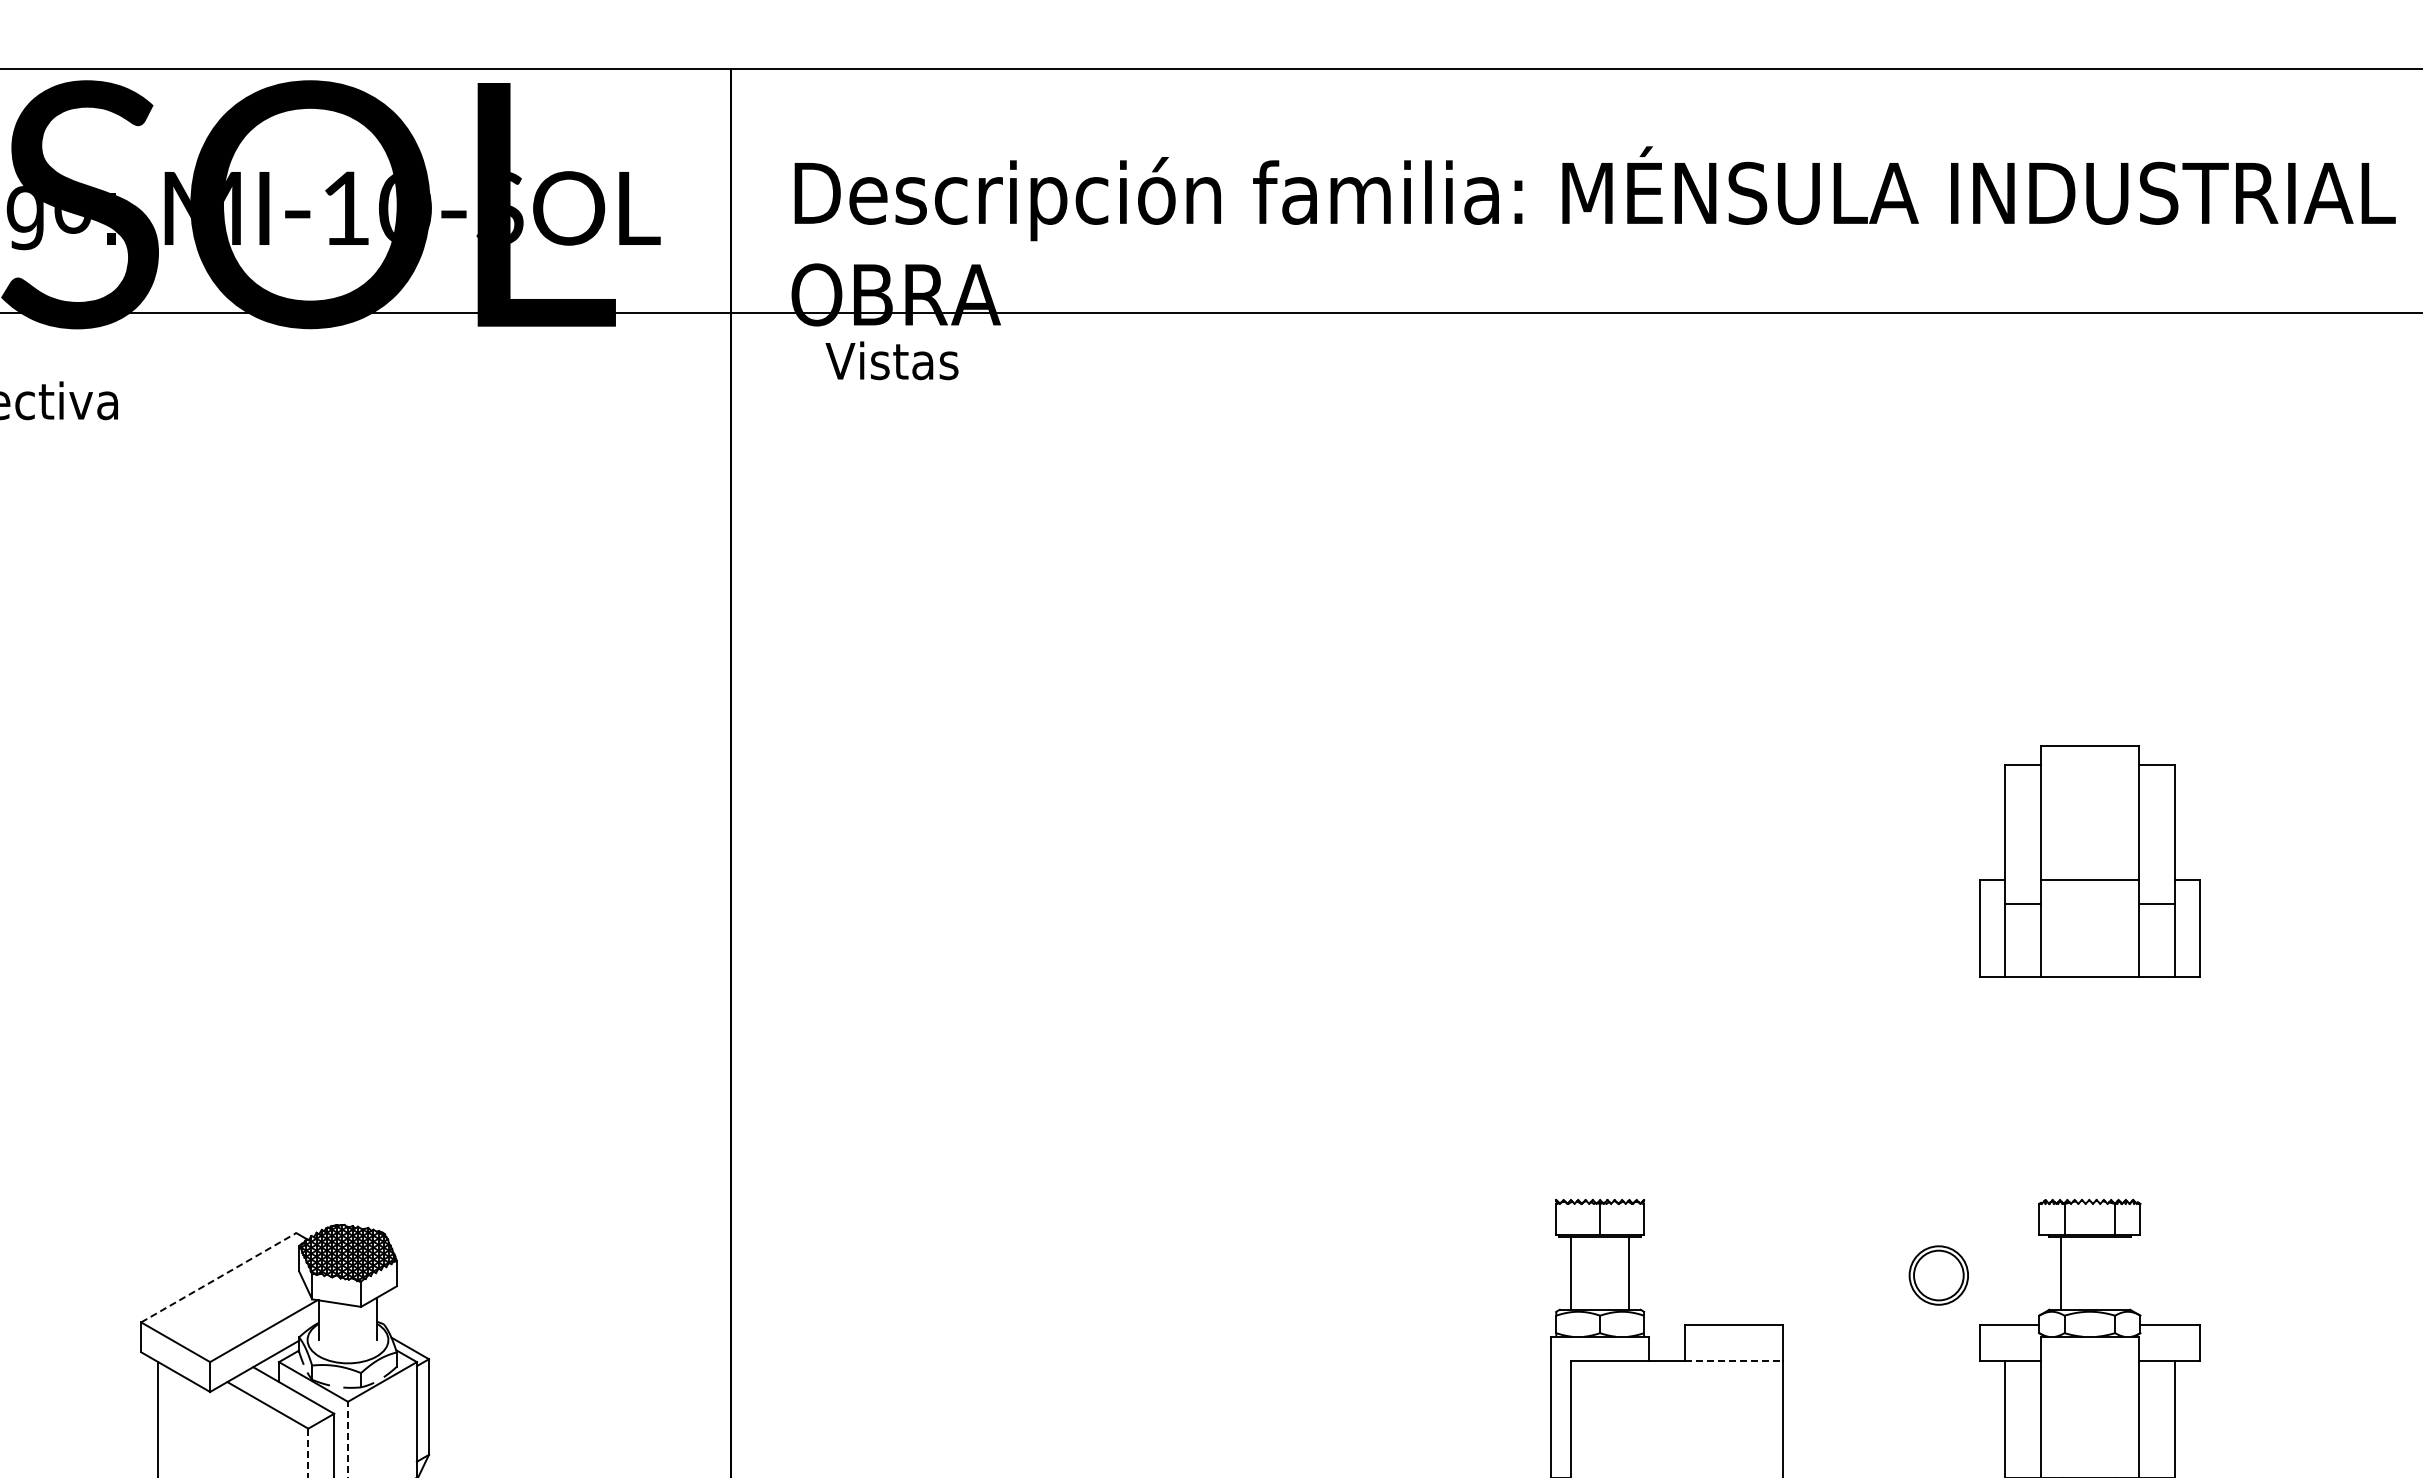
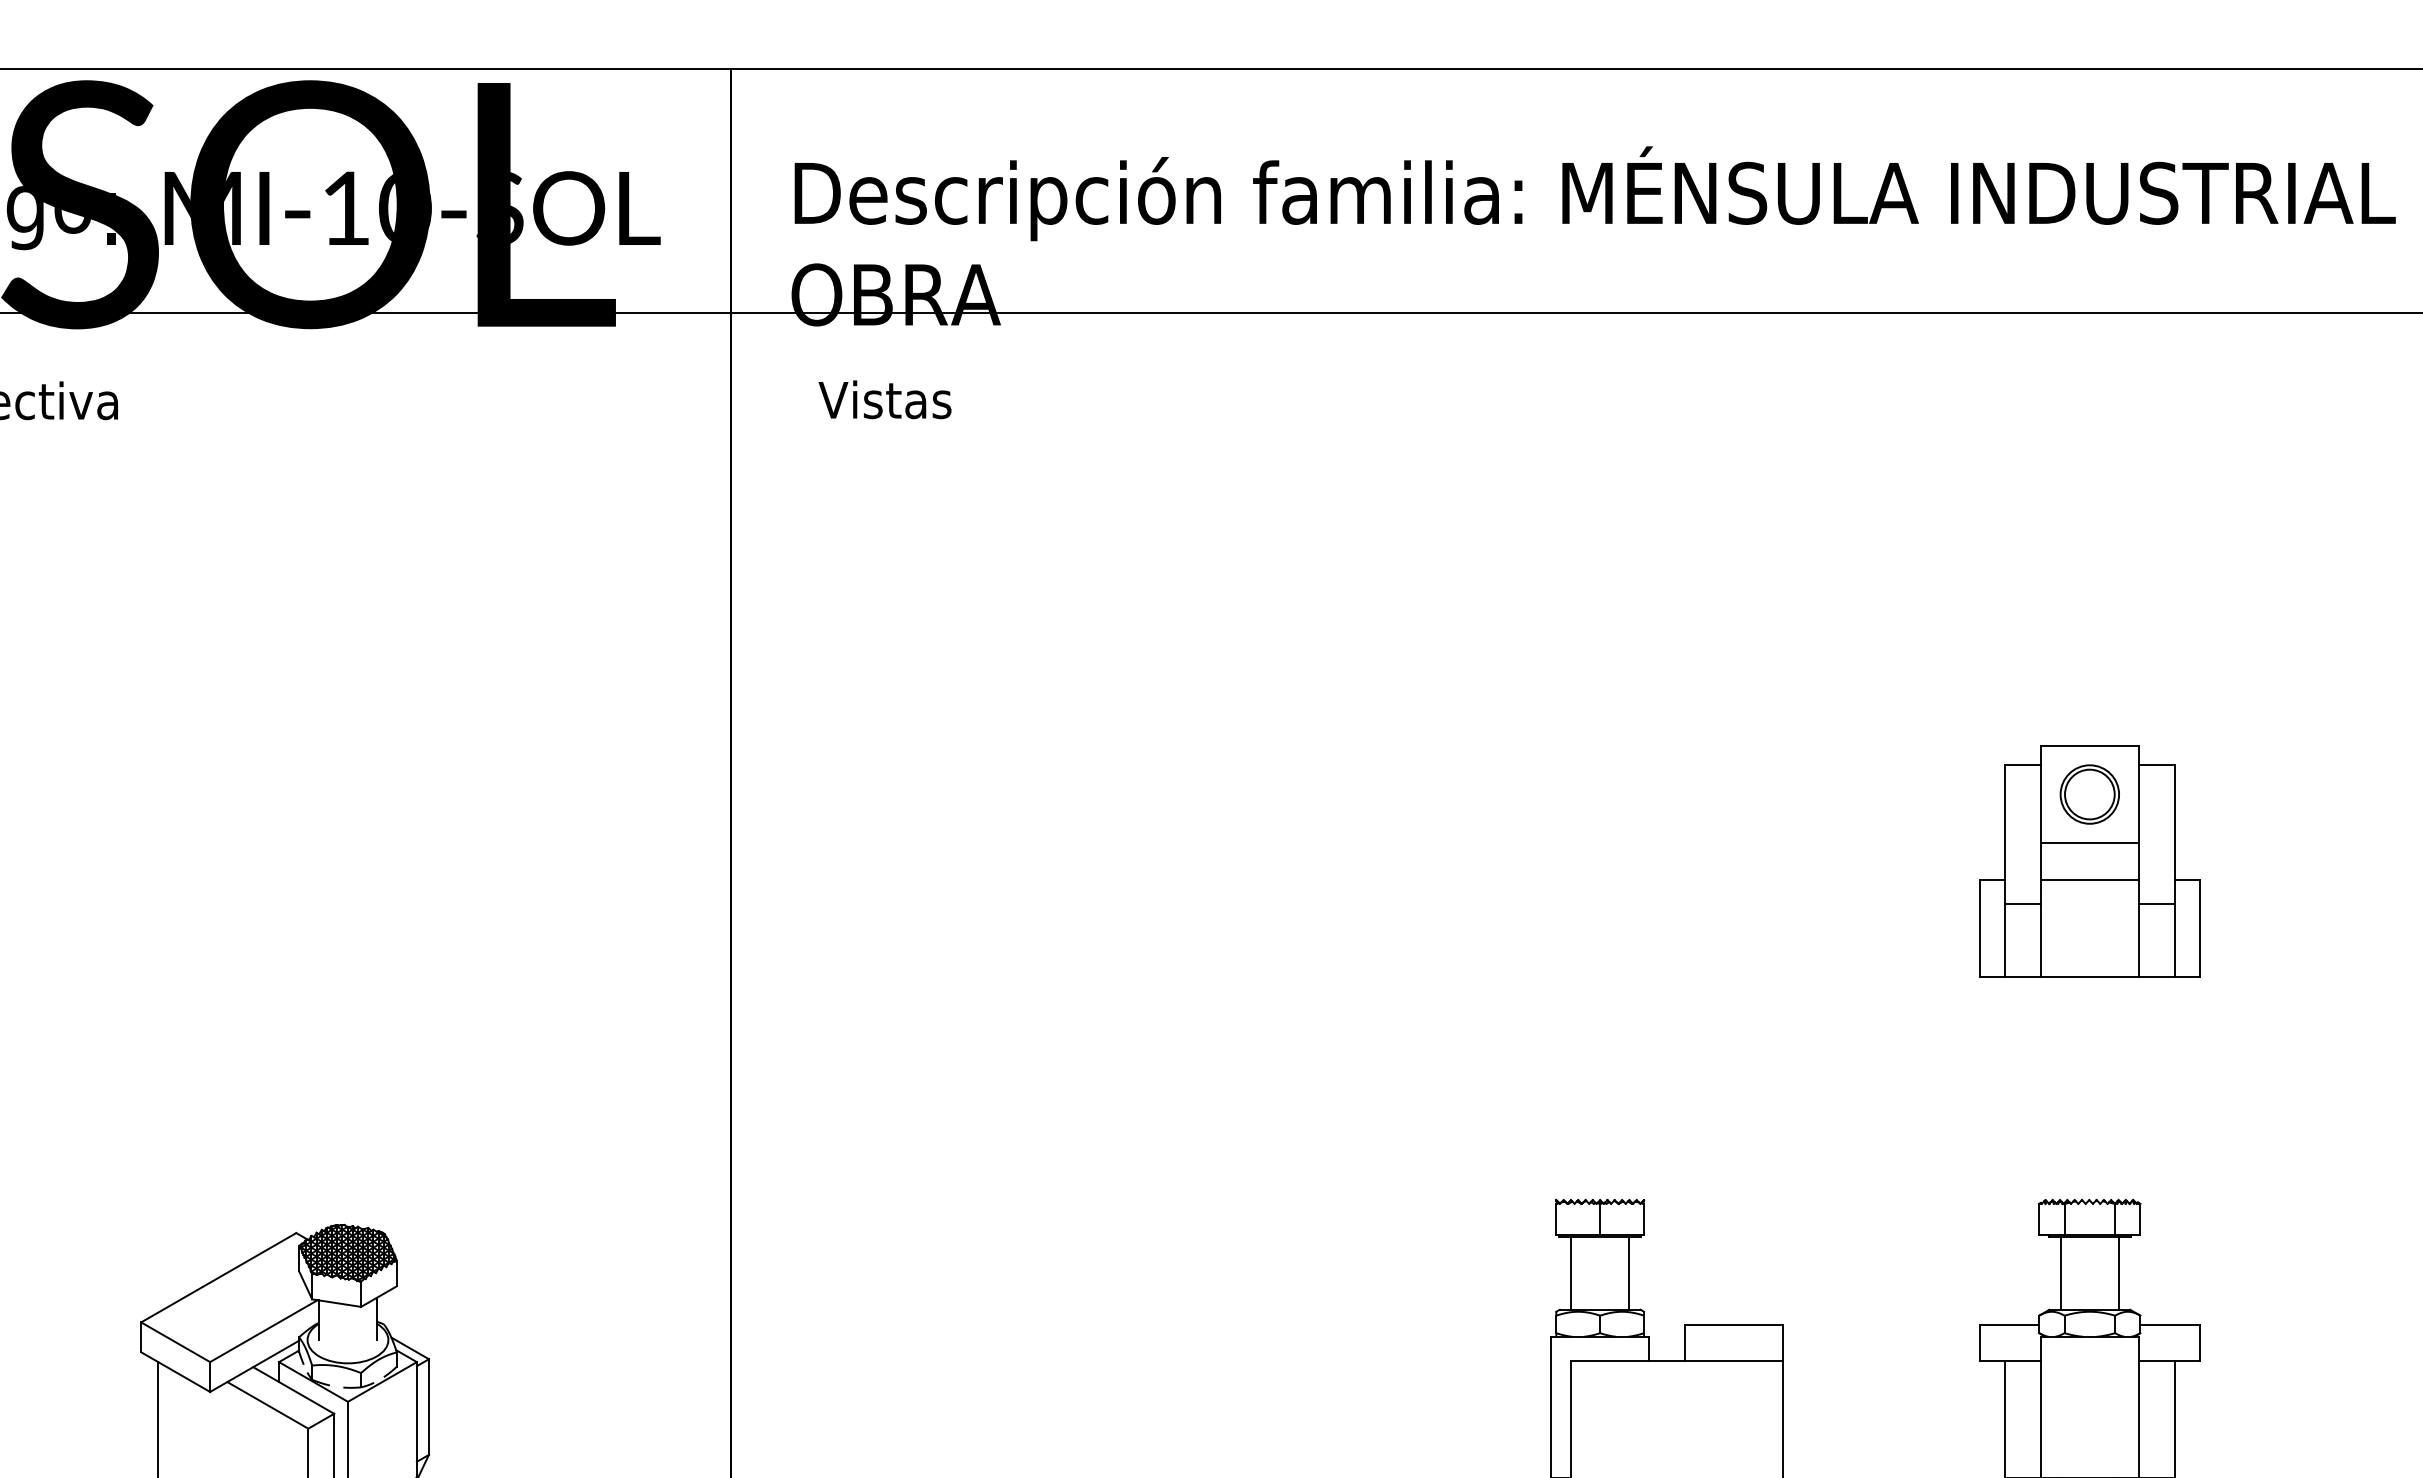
text at (891, 360) position: (891, 360) -> (884, 399)
line at (2089, 843): none -> present
line at (2119, 1272): none -> present
part at (1938, 1275) position: (1938, 1275) -> (2089, 794)
line at (219, 1277): dashed -> solid
line at (1734, 1361): dashed -> solid
line at (348, 1439): dashed -> solid
line at (308, 1453): dashed -> solid
